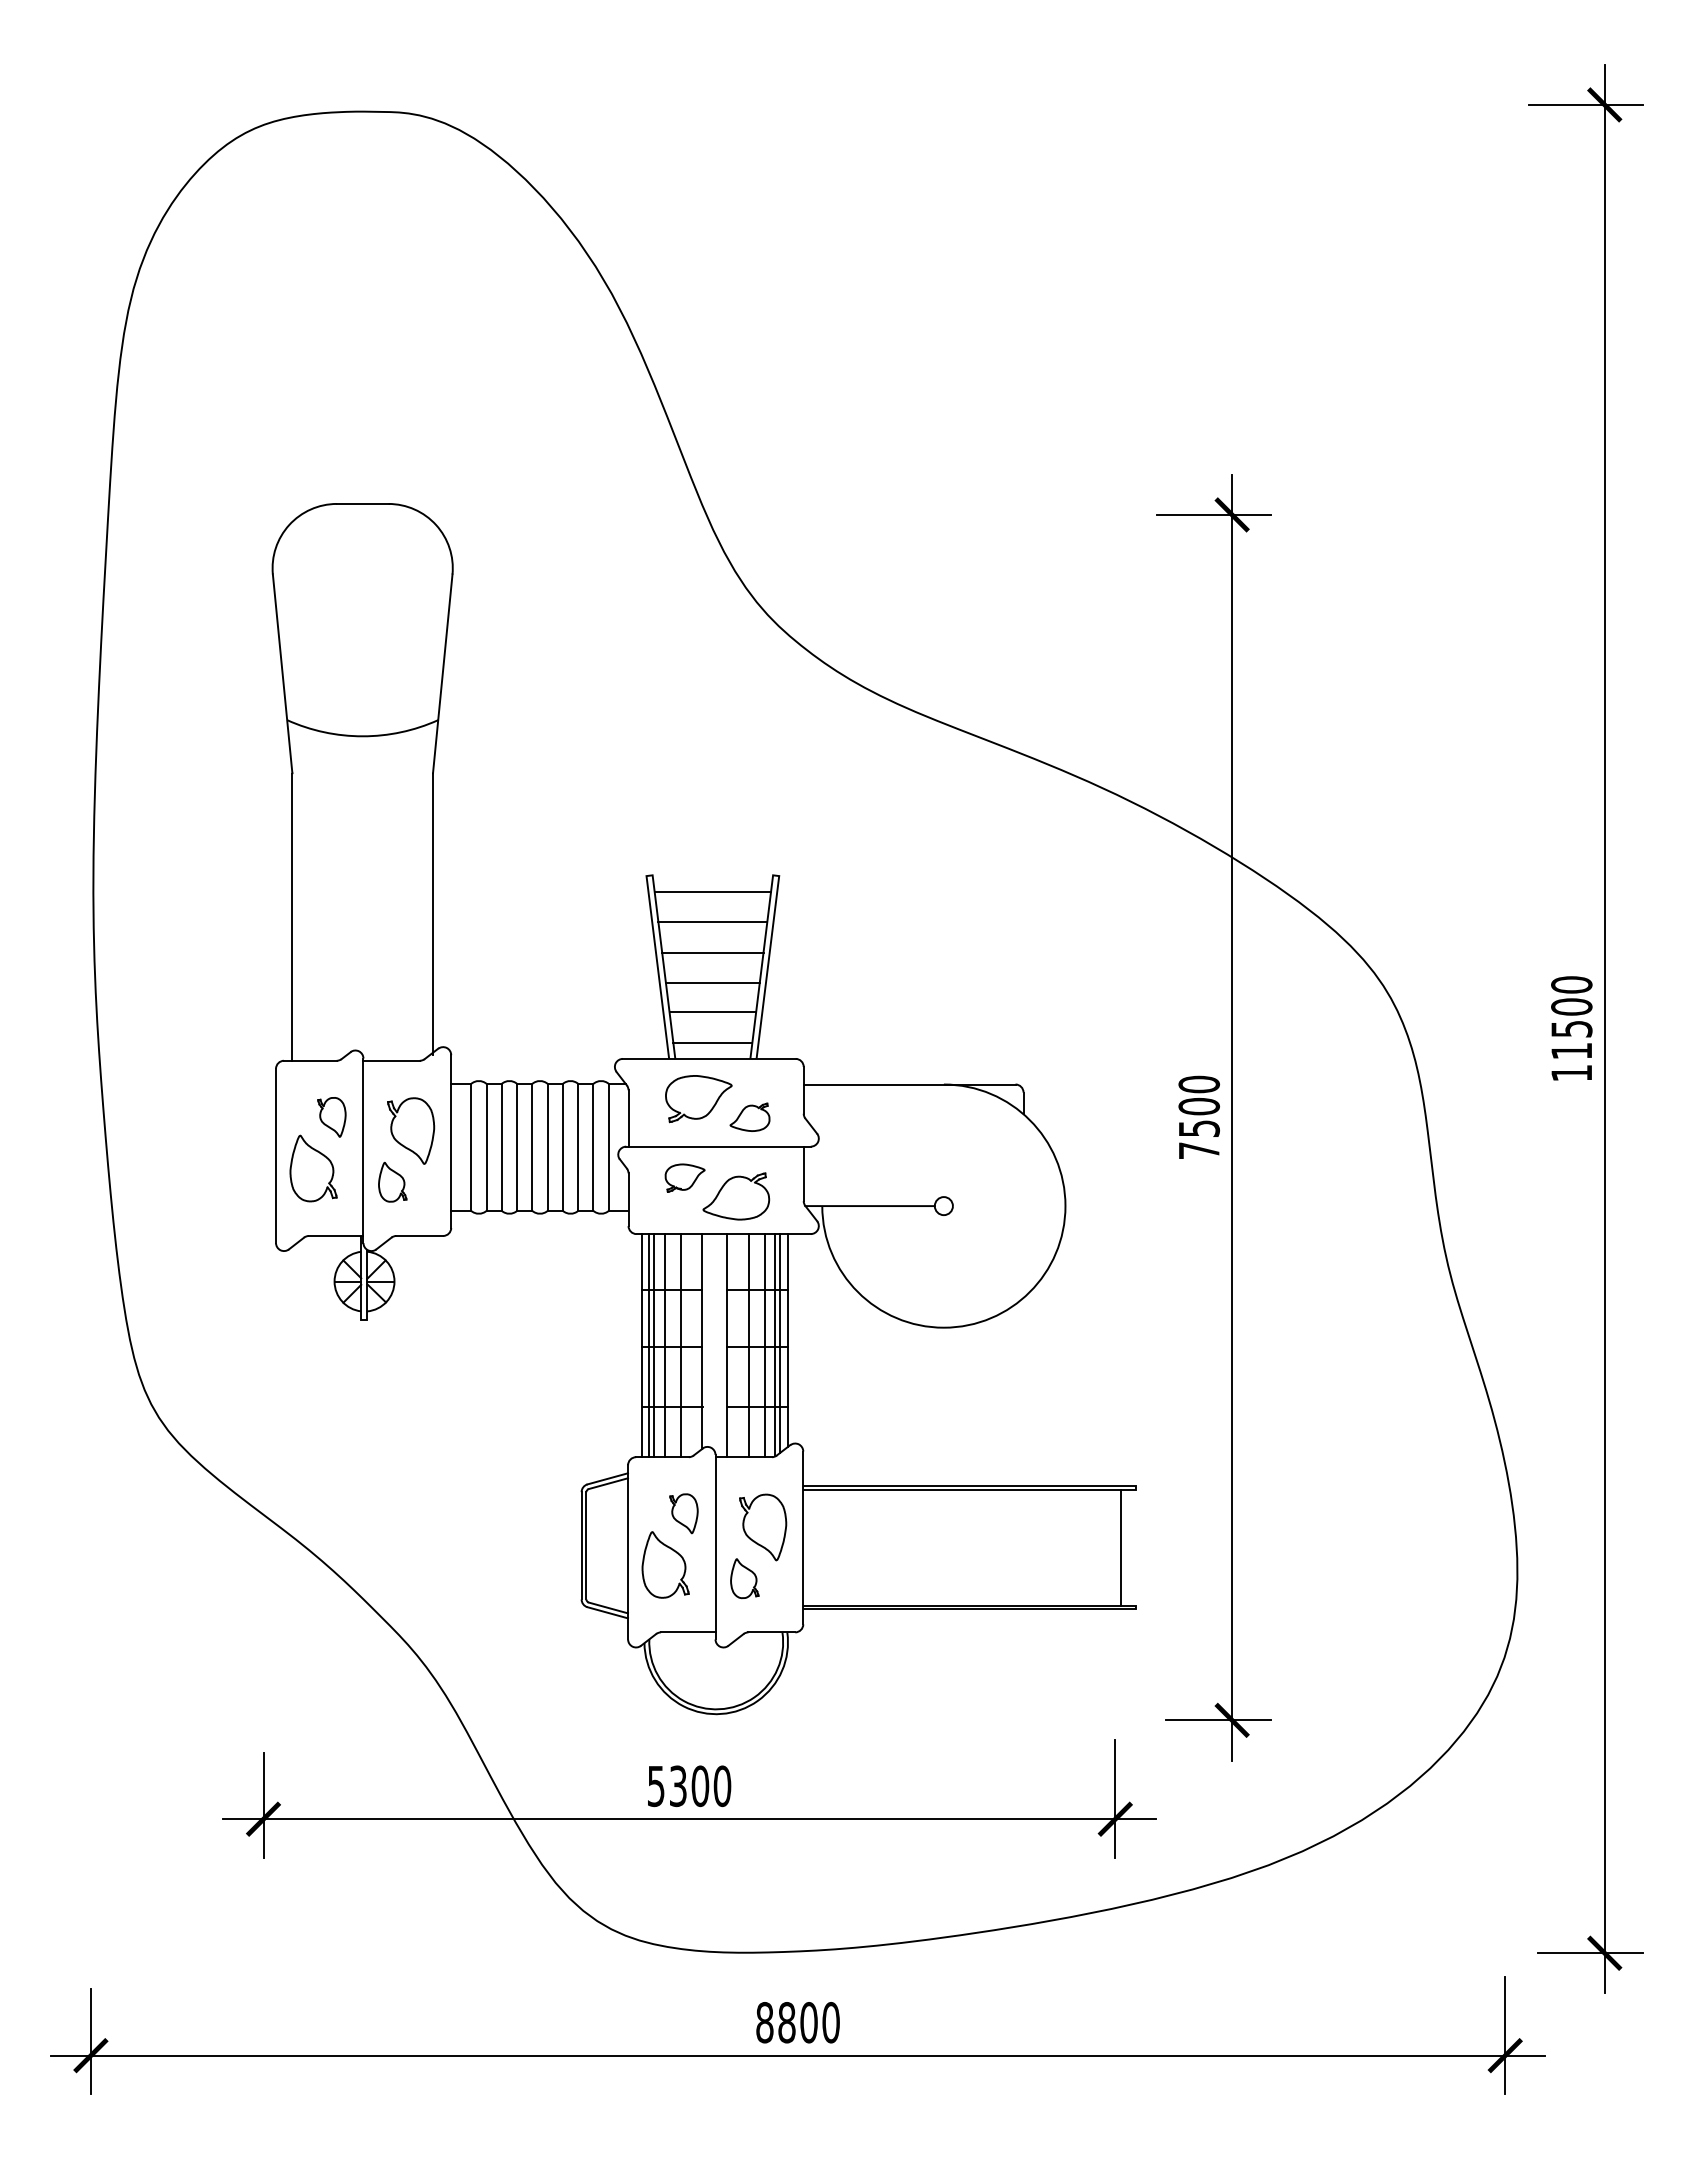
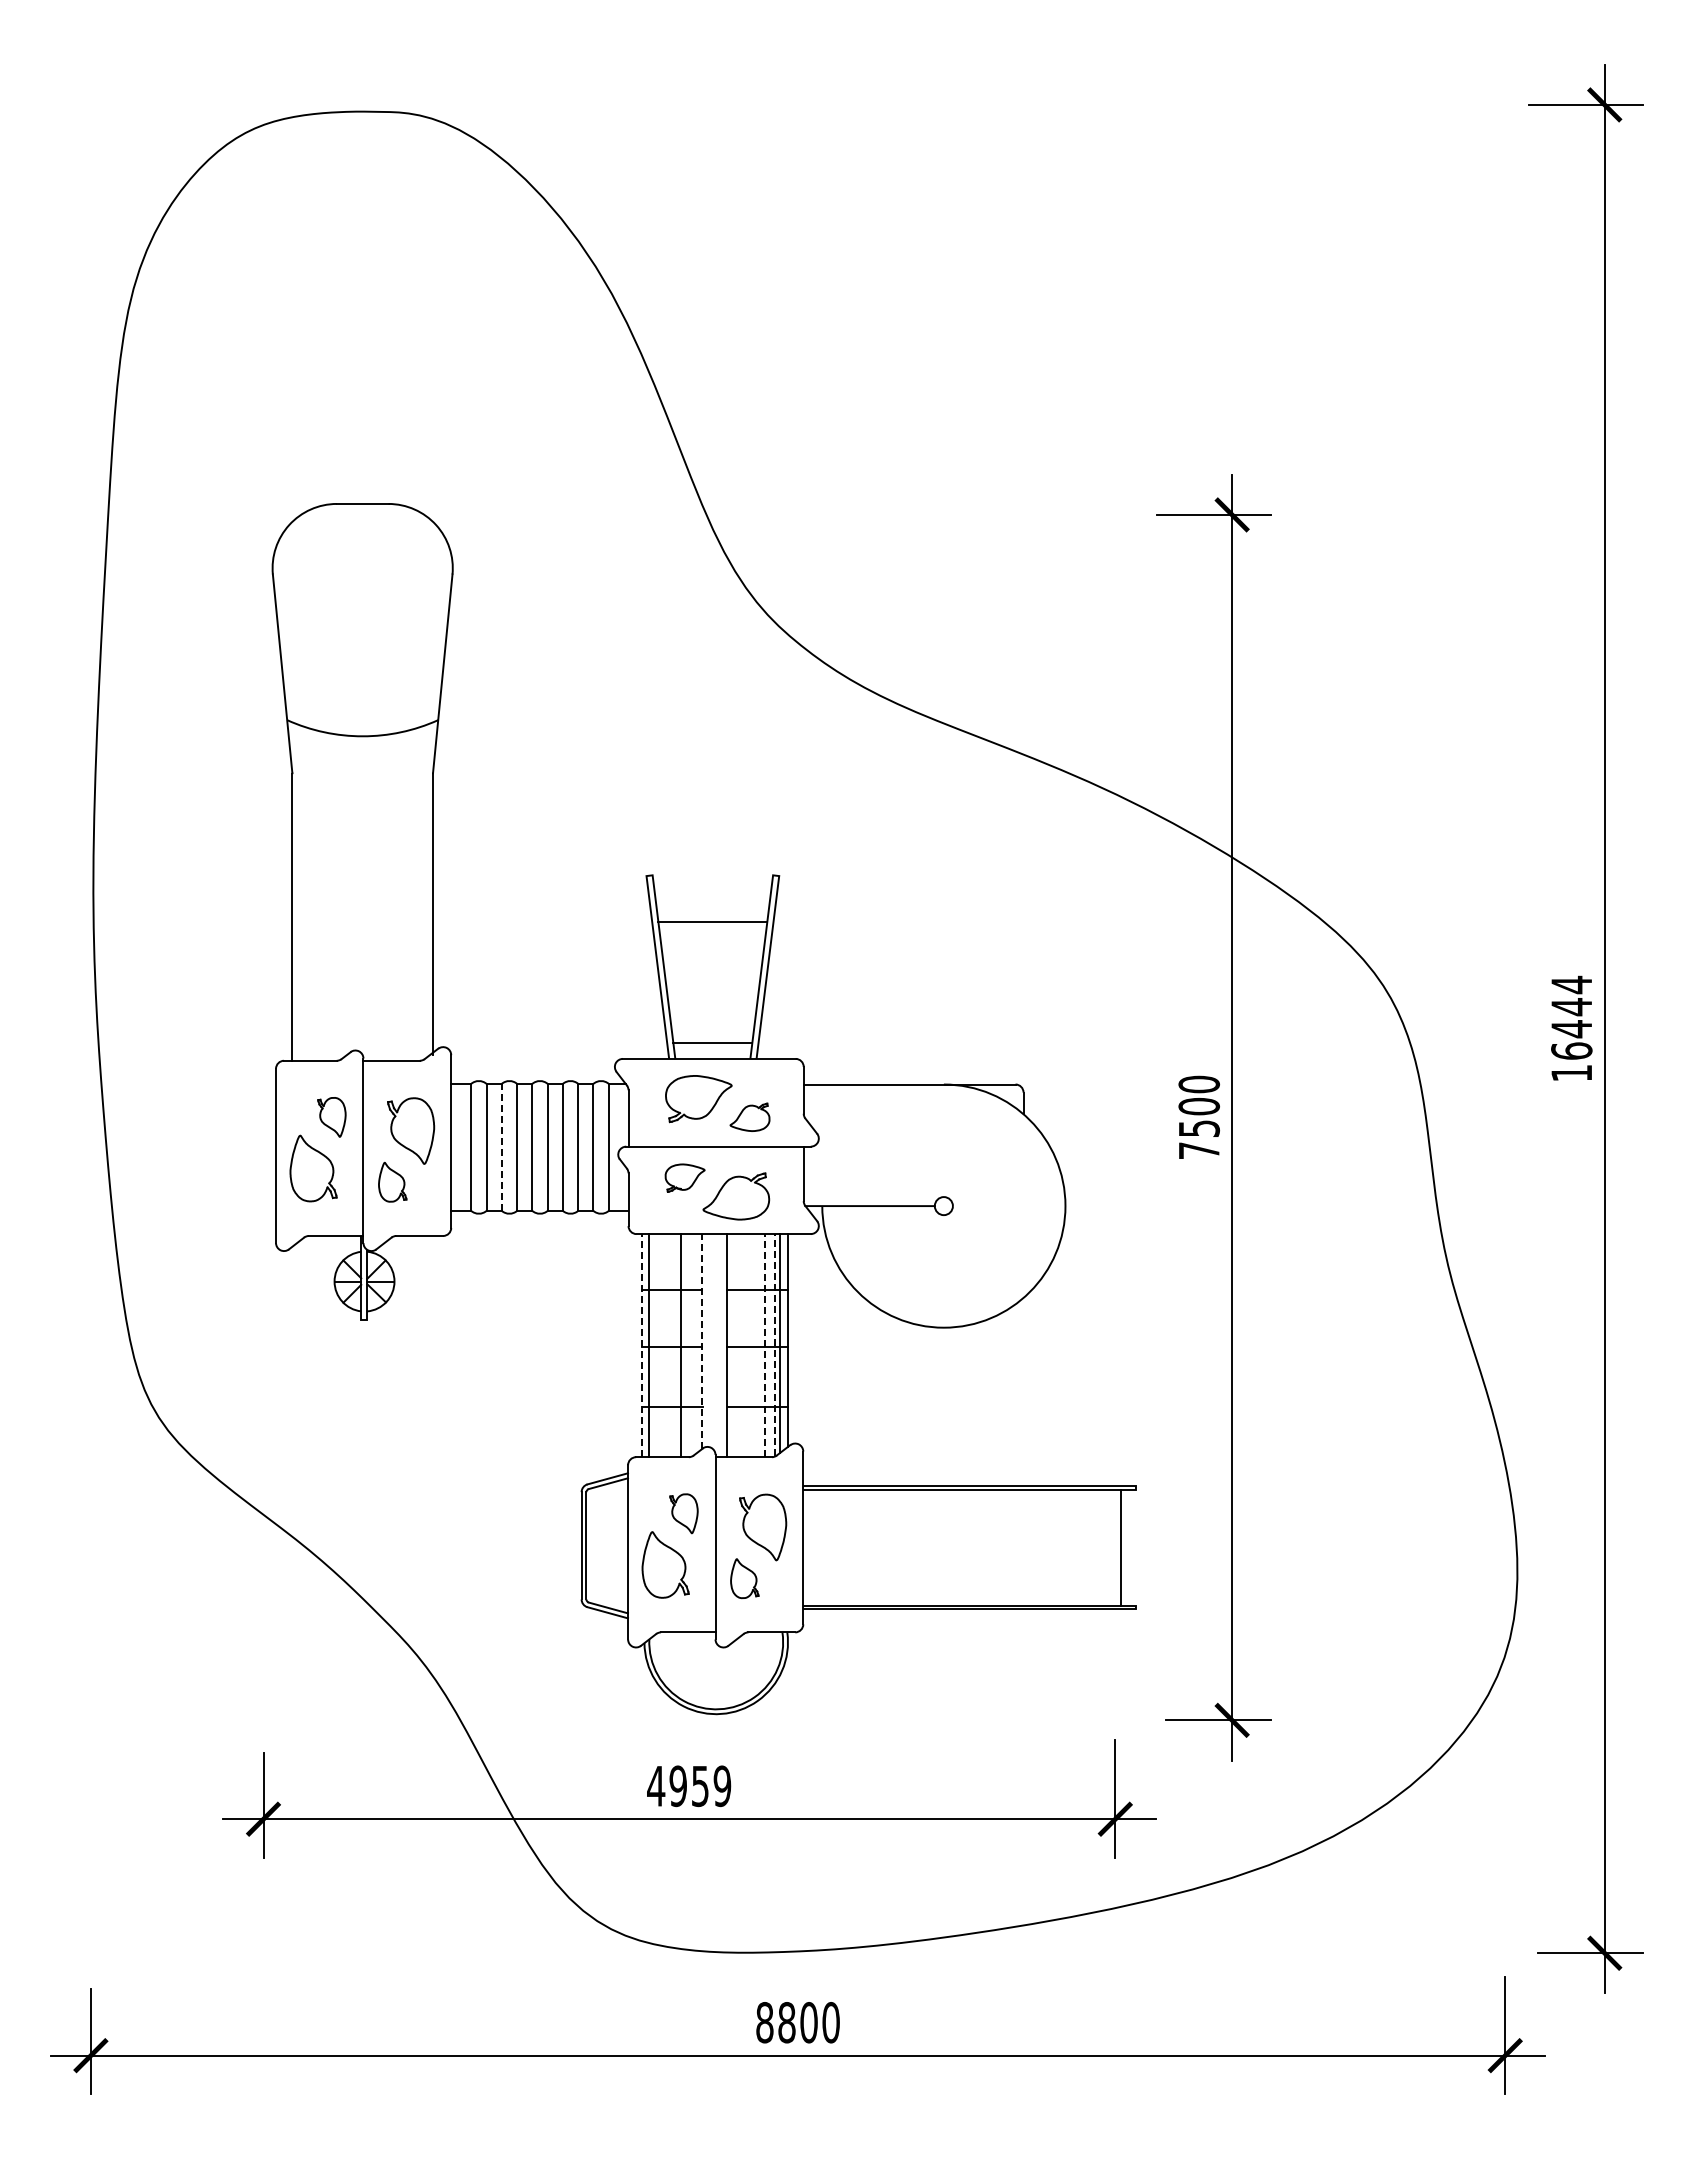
line at (712, 891): present -> none
line at (712, 952): present -> none
line at (712, 982): present -> none
line at (712, 1012): present -> none
text at (1571, 1017): 11500 -> 16444
line at (501, 1146): solid -> dashed
line at (702, 1341): solid -> dashed
line at (642, 1344): solid -> dashed
line at (764, 1344): solid -> dashed
line at (775, 1344): solid -> dashed
line at (654, 1345): present -> none
line at (665, 1345): present -> none
line at (748, 1345): present -> none
text at (689, 1786): 5300 -> 4959
